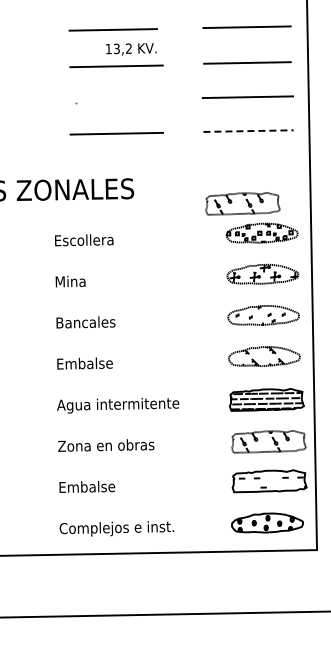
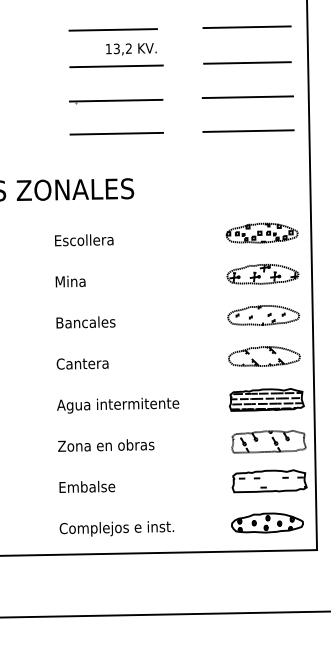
line at (116, 100): none -> present
line at (249, 131): dashed -> solid
part at (242, 203): present -> none
text at (84, 363): Embalse -> Cantera
